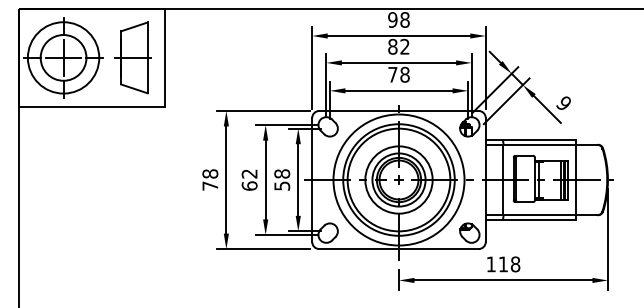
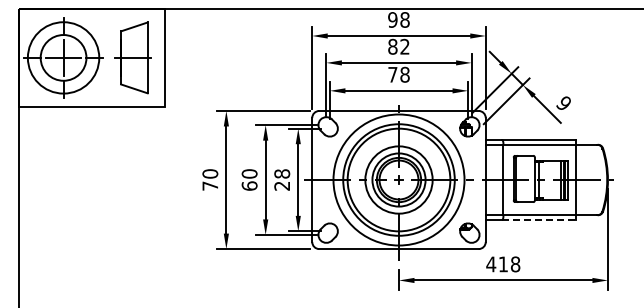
text at (209, 173): 78 -> 70
text at (249, 173): 62 -> 60
text at (282, 185): 58 -> 28
line at (539, 219): solid -> dashed
text at (491, 264): 118 -> 418
